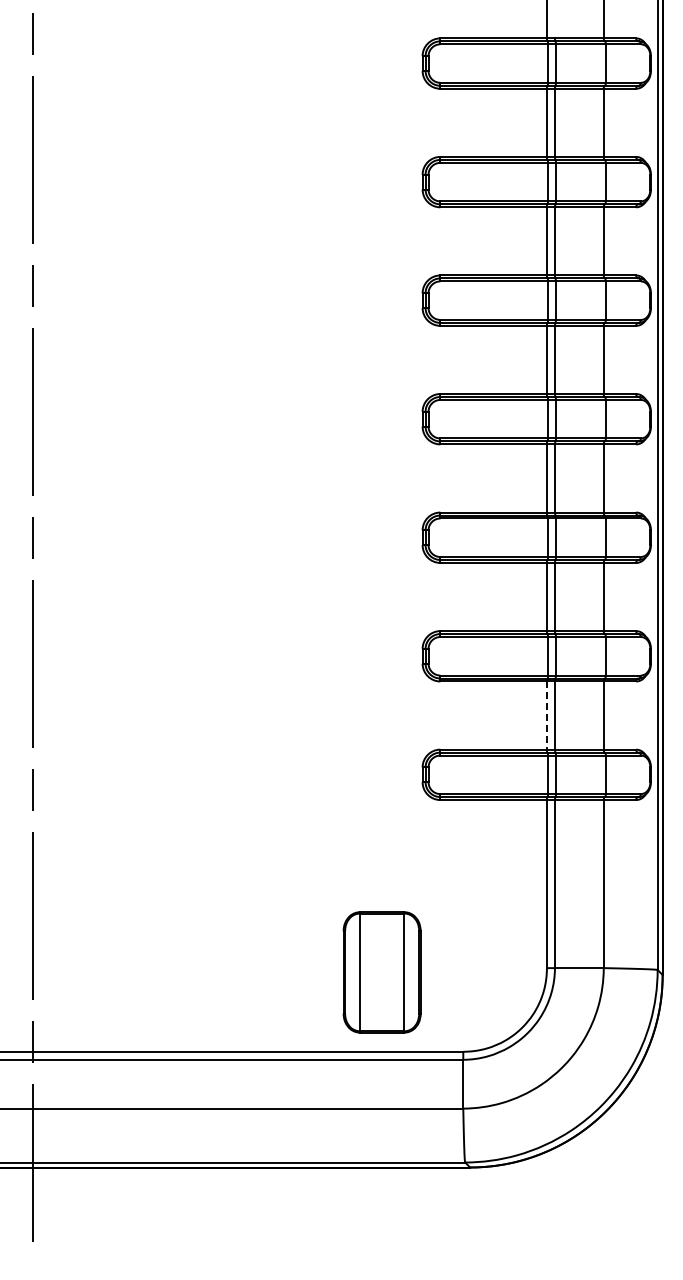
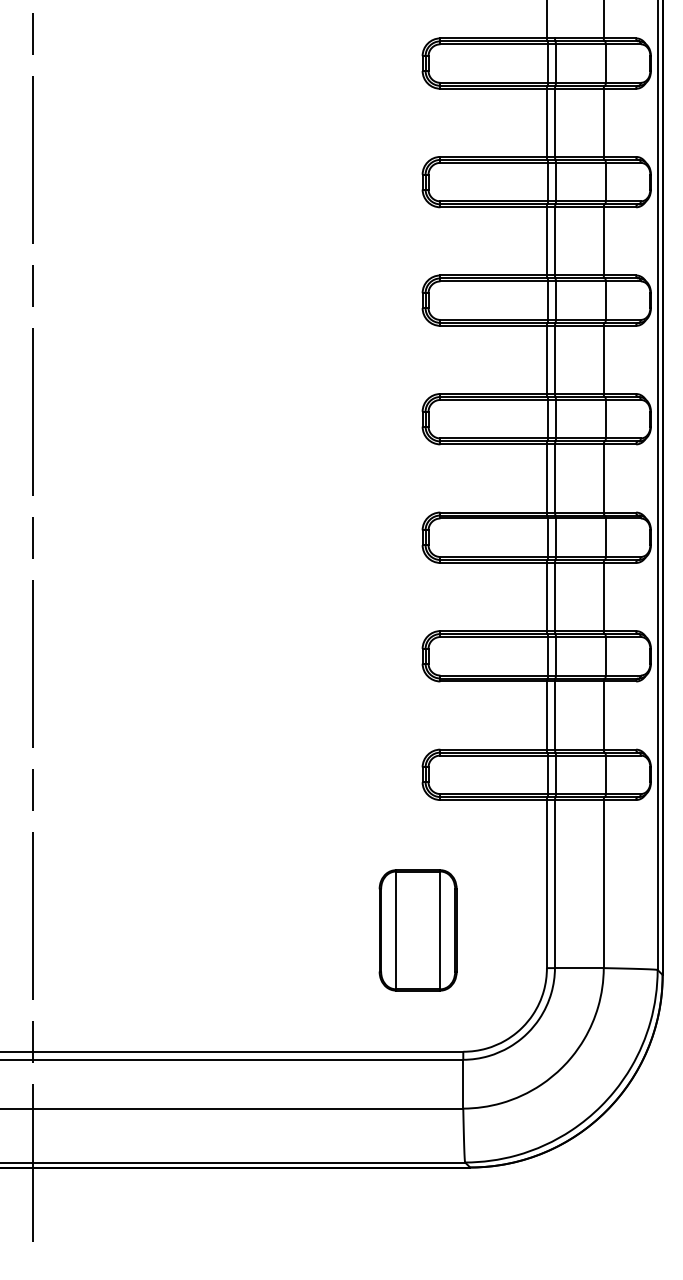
line at (546, 716): dashed -> solid
part at (381, 972) position: (381, 972) -> (417, 930)
